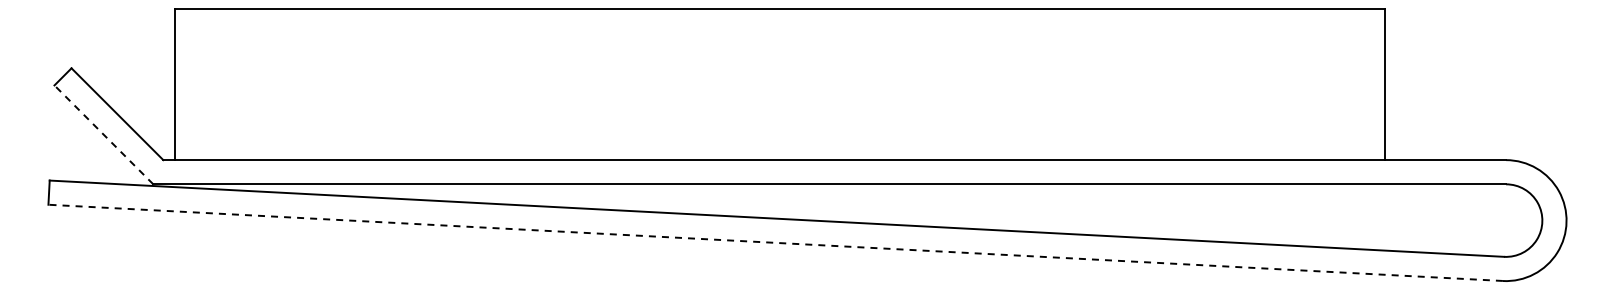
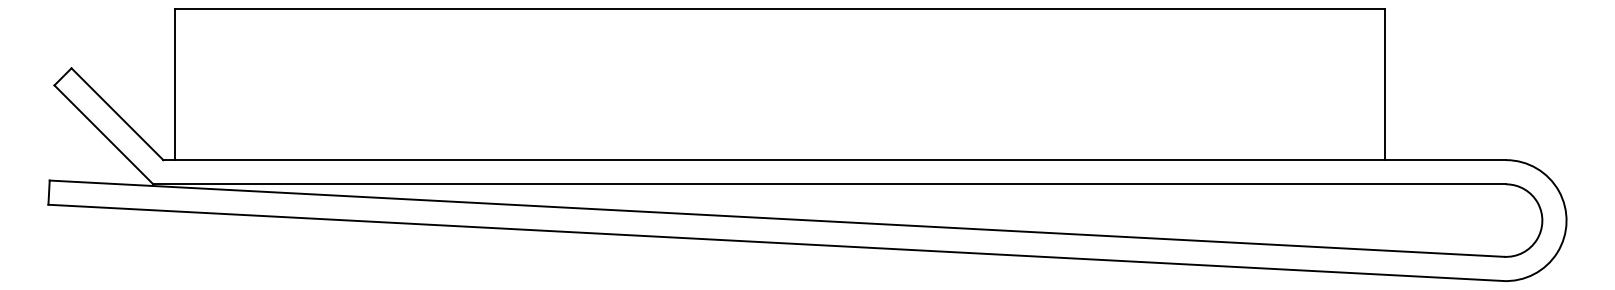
line at (103, 134): dashed -> solid
line at (775, 242): dashed -> solid
